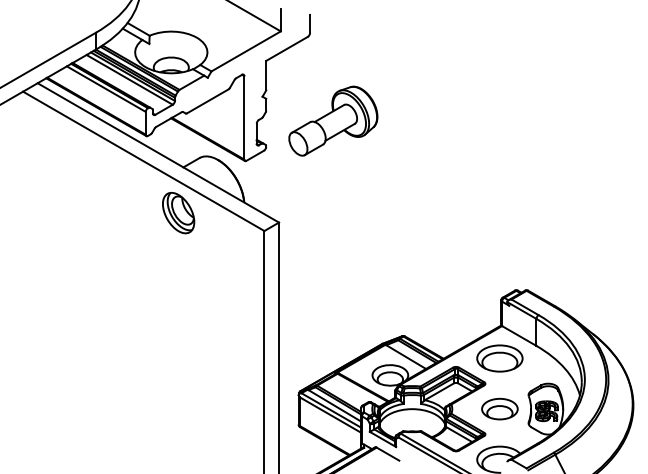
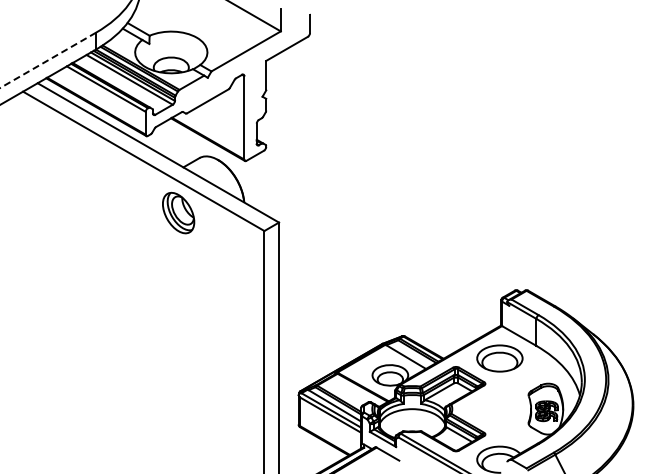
line at (47, 60): solid -> dashed
part at (333, 120): present -> none
part at (499, 408): present -> none
